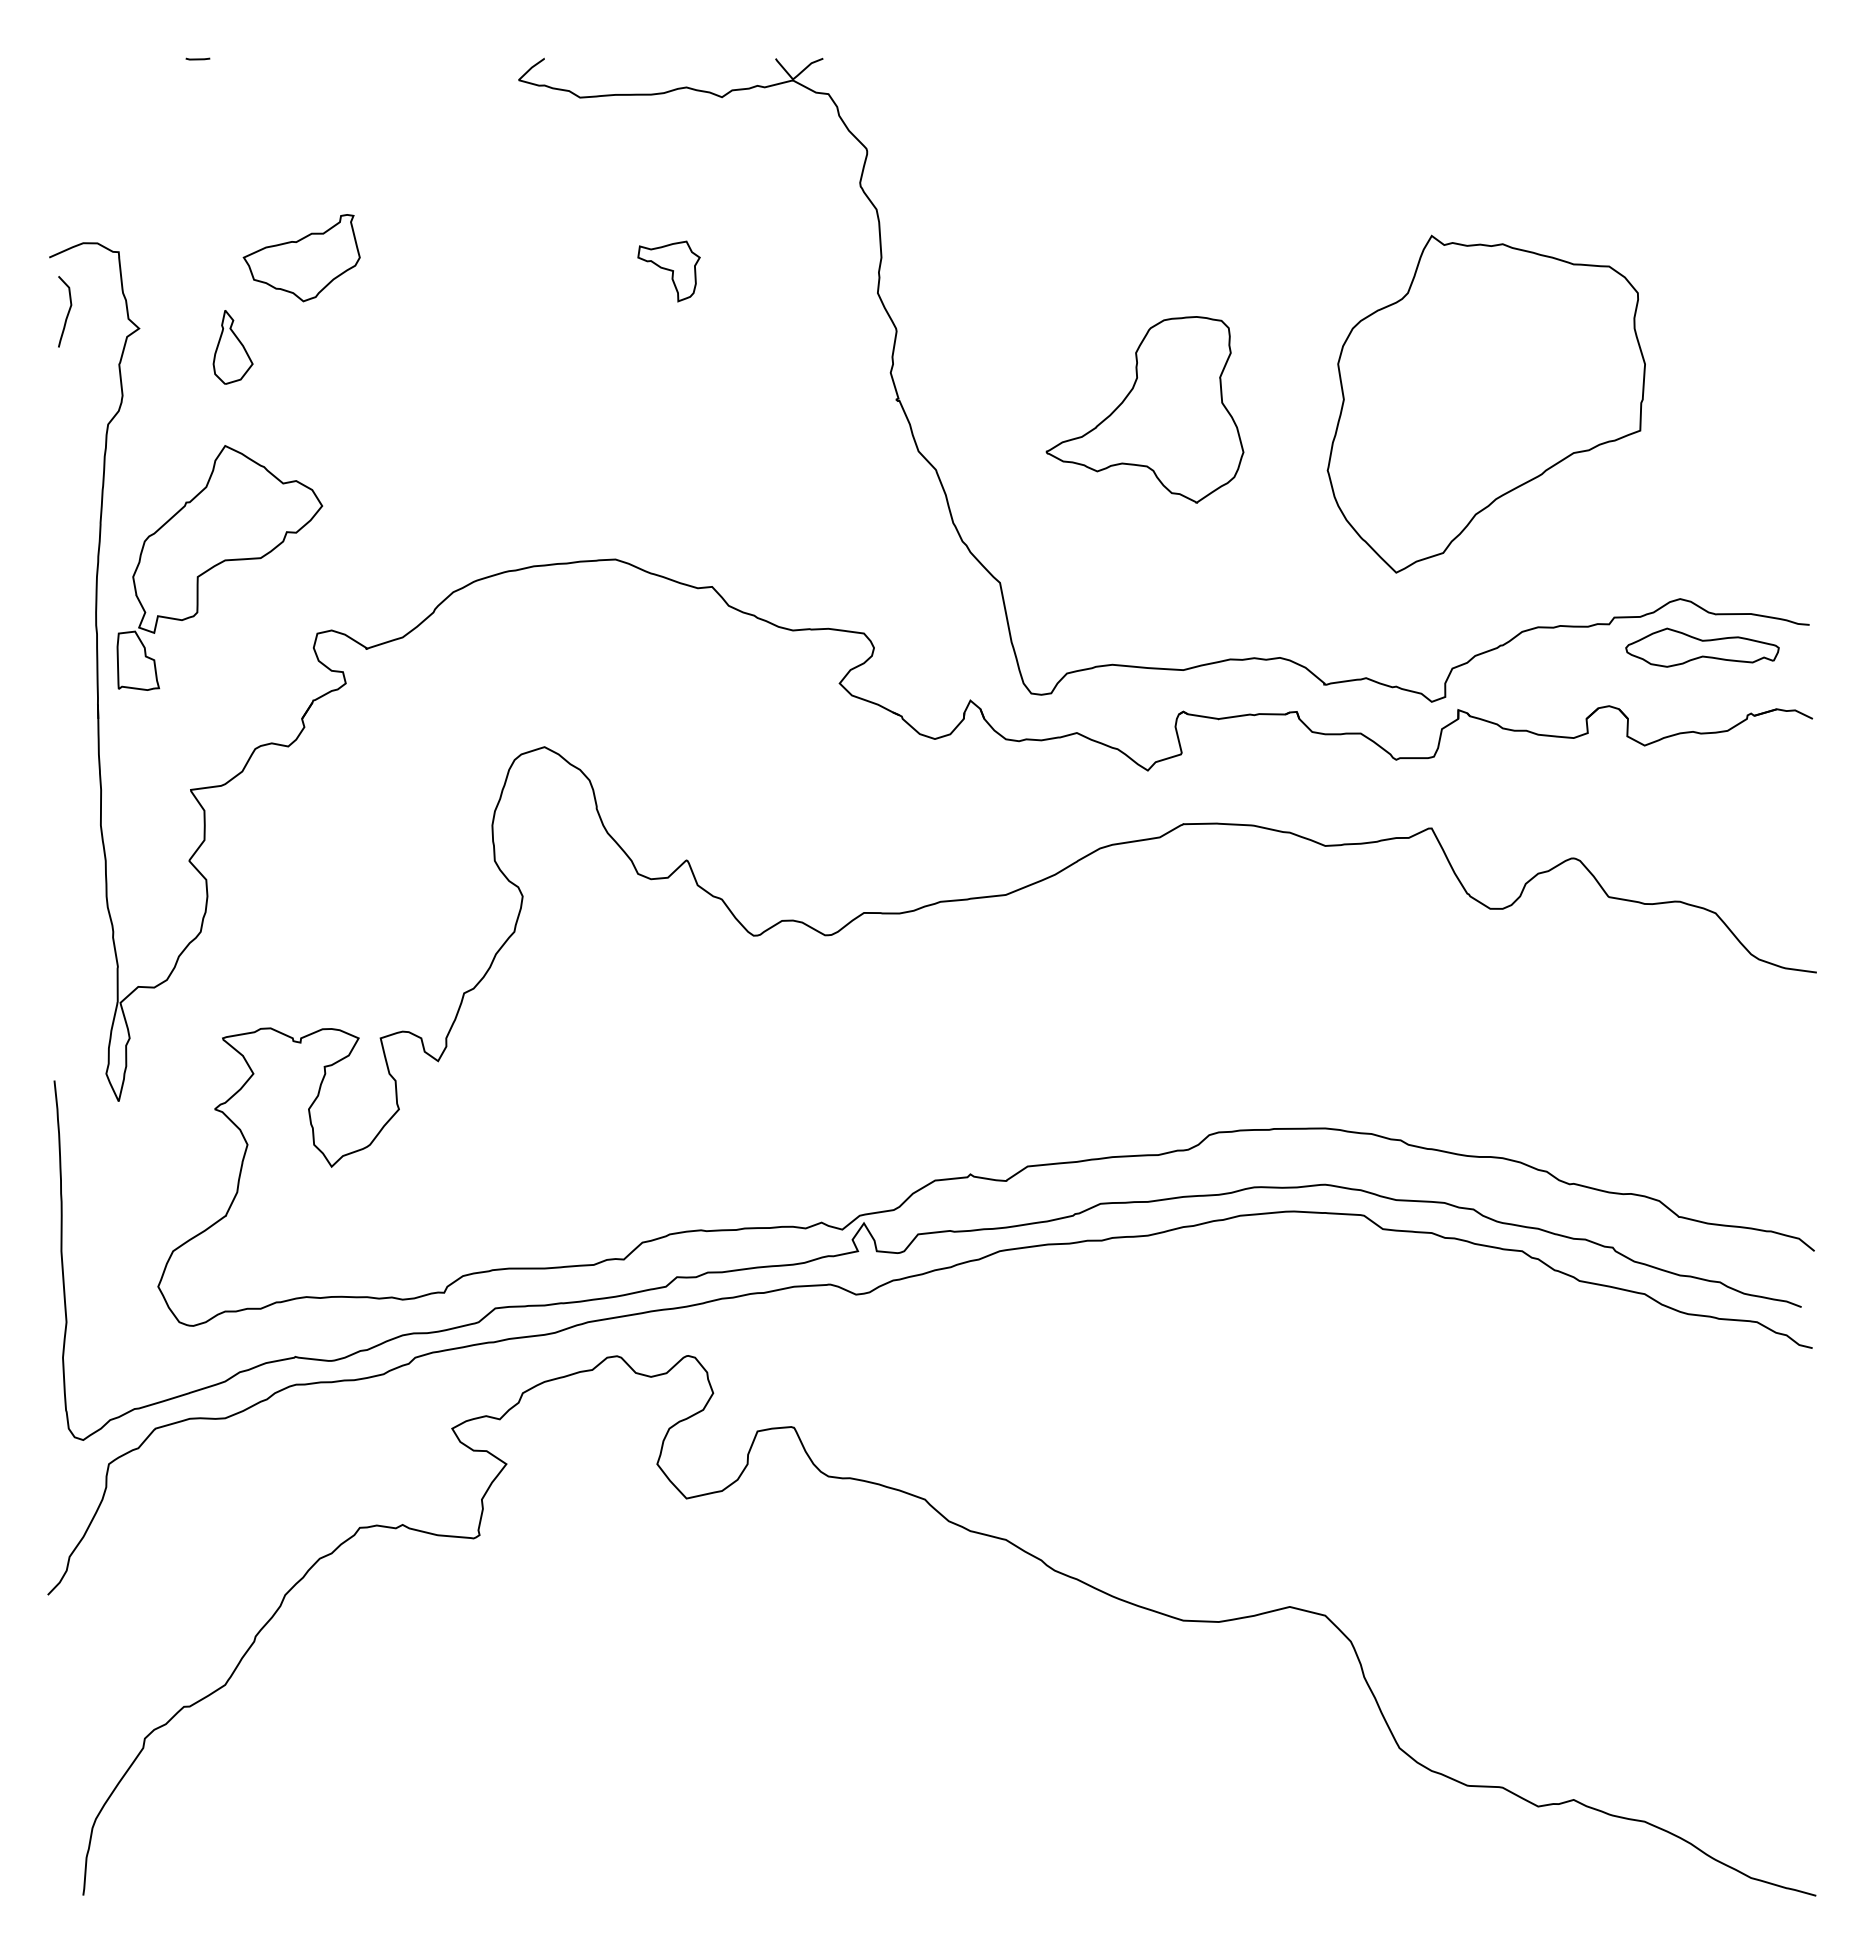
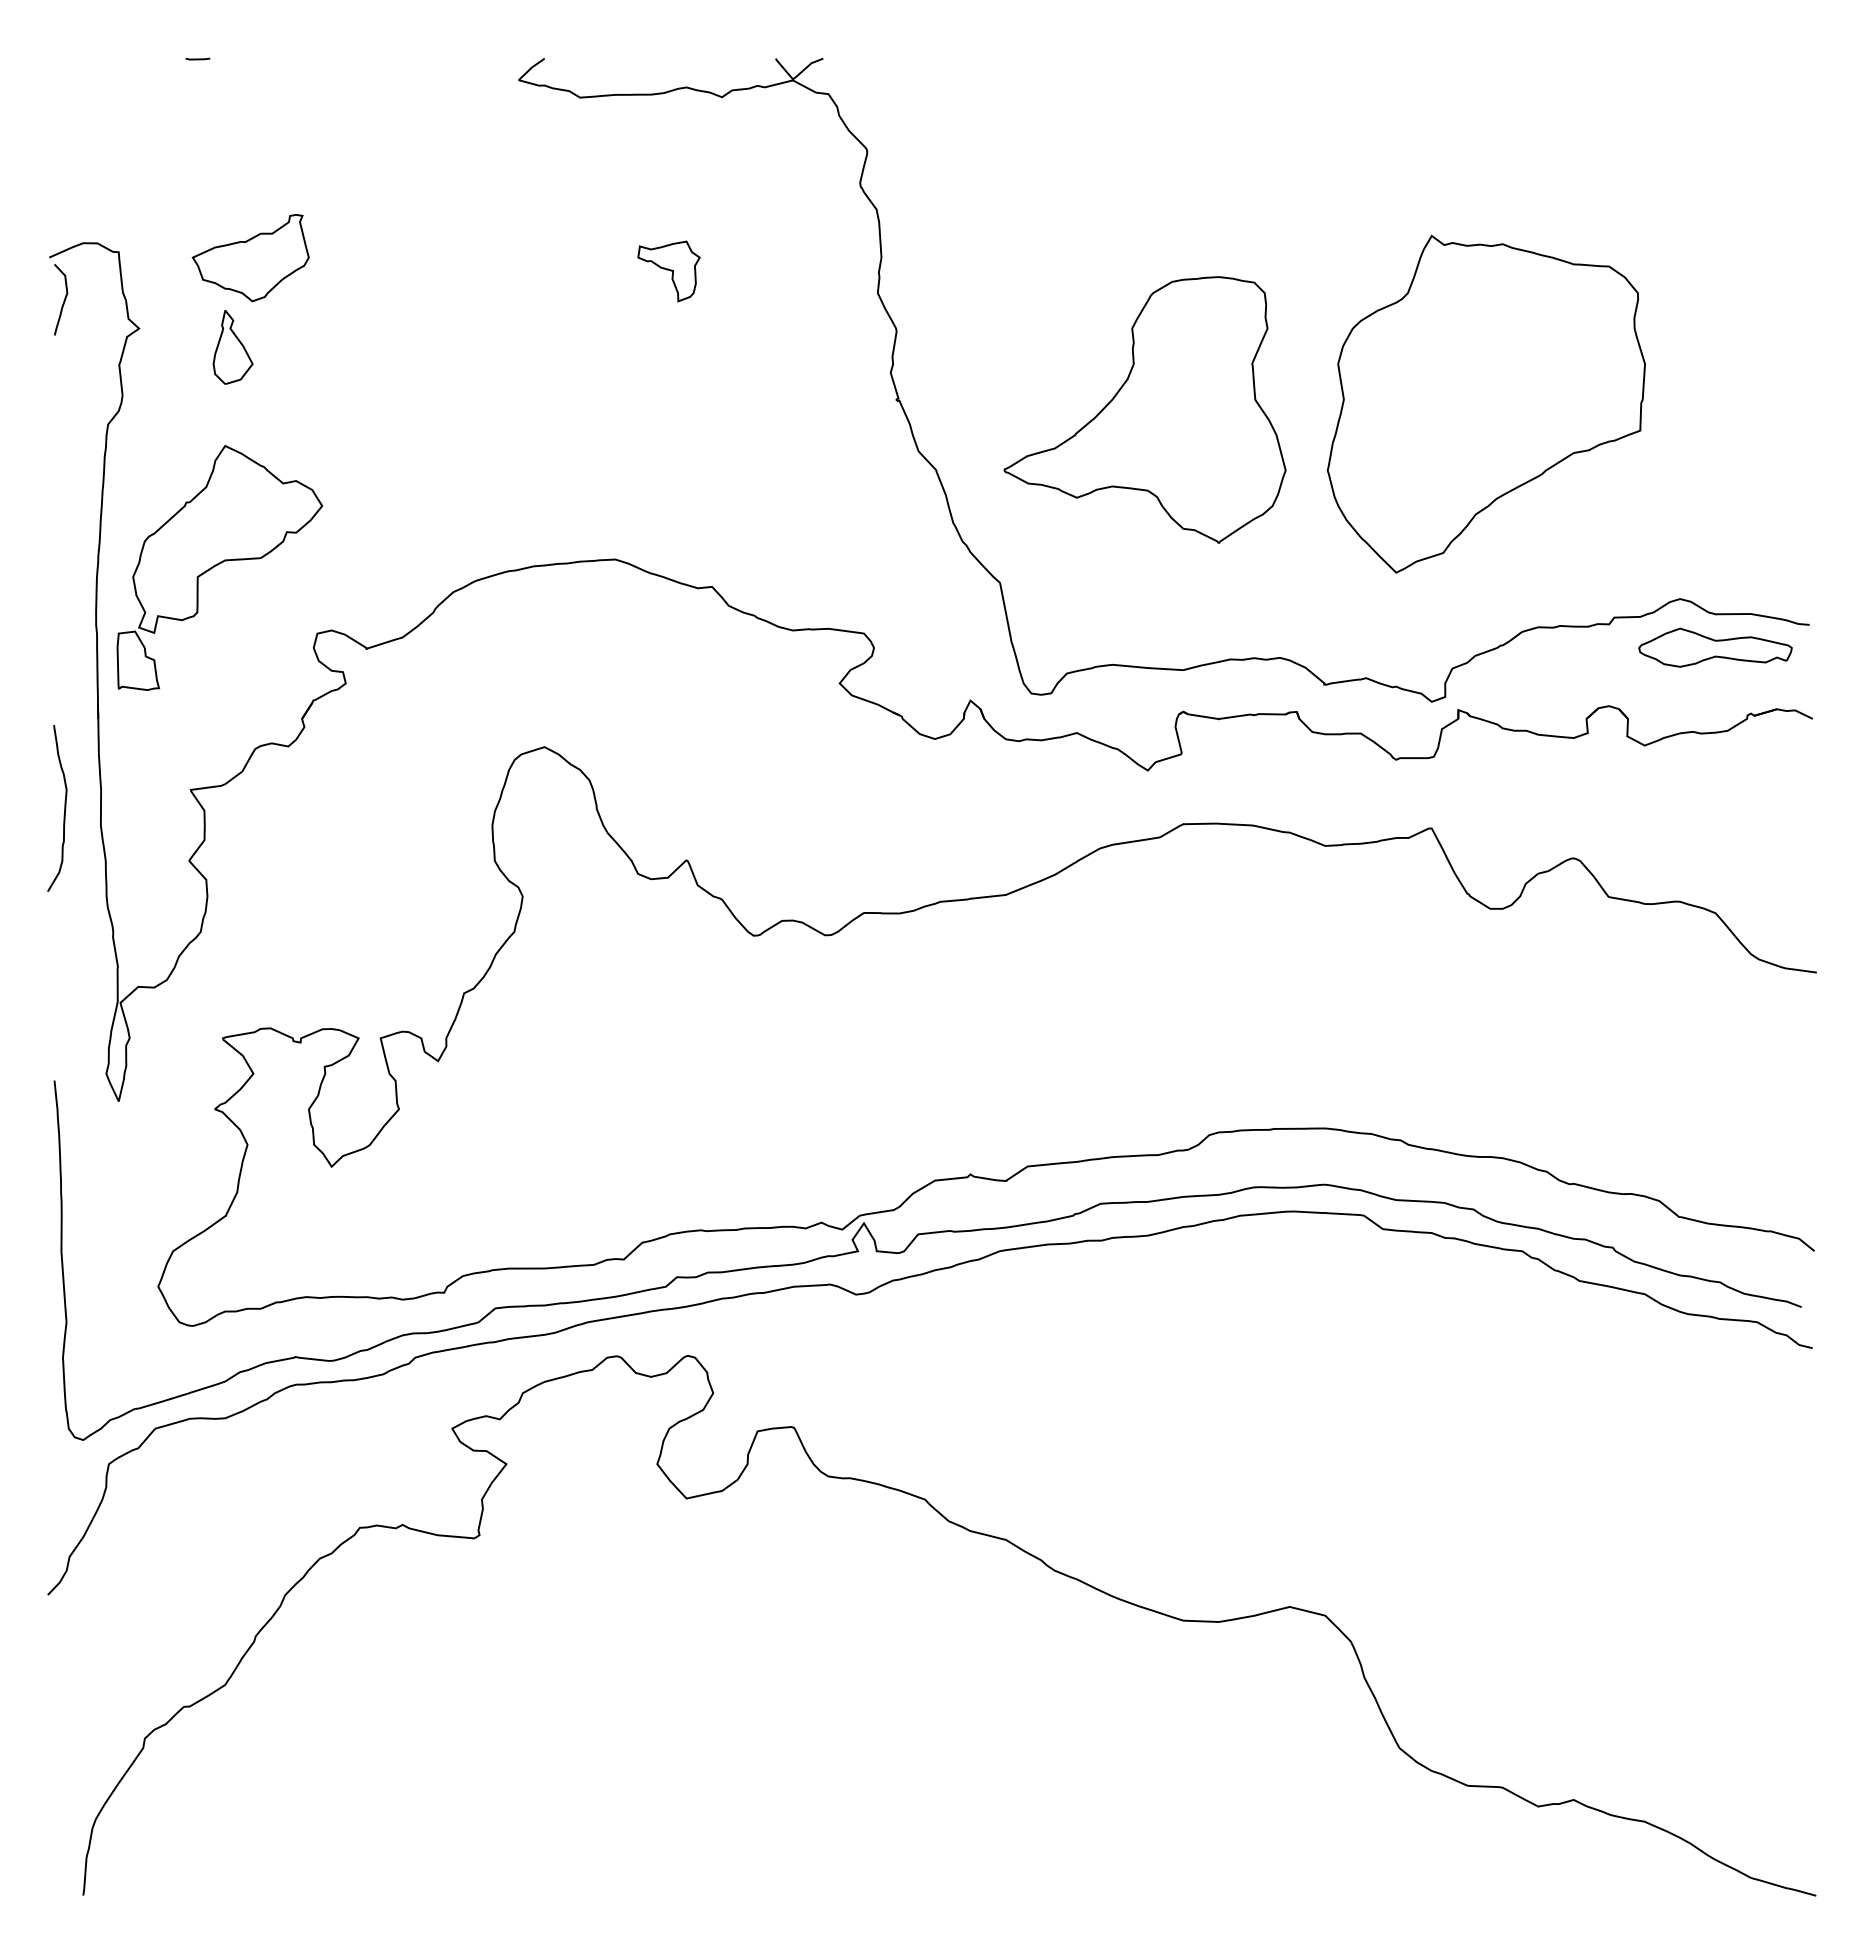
part at (301, 258) position: (301, 258) -> (250, 258)
curve at (67, 312) position: (67, 312) -> (63, 300)
part at (1144, 409) size: 200x188 px -> 284x268 px
part at (1702, 647) position: (1702, 647) -> (1715, 647)
curve at (64, 808): none -> present
